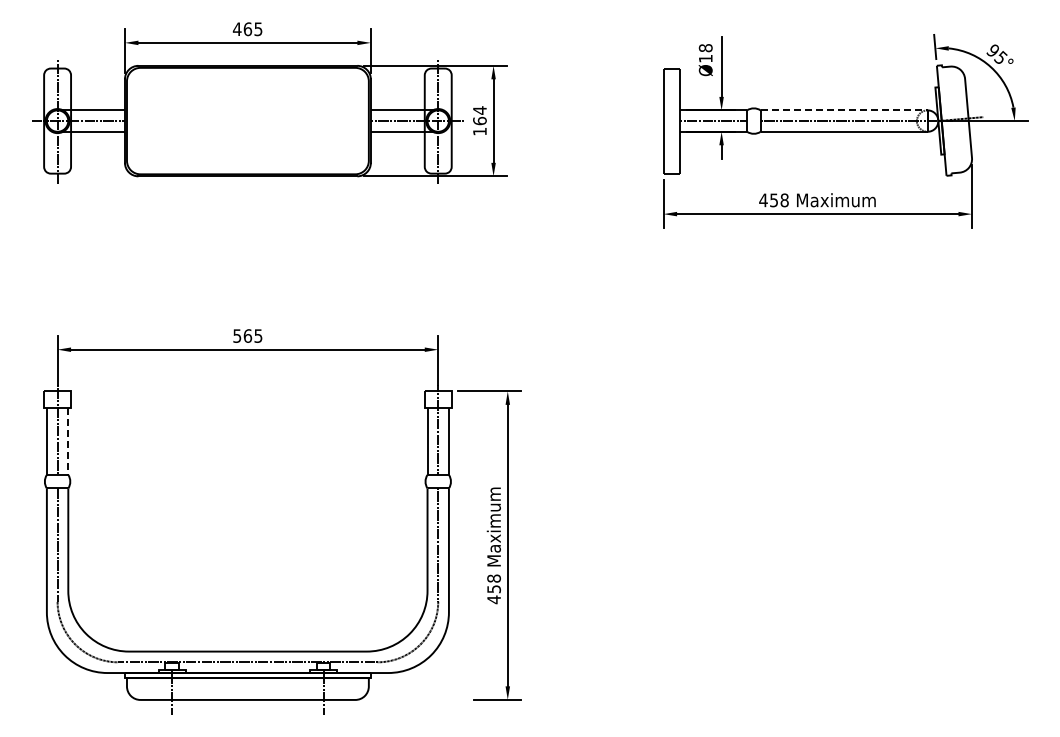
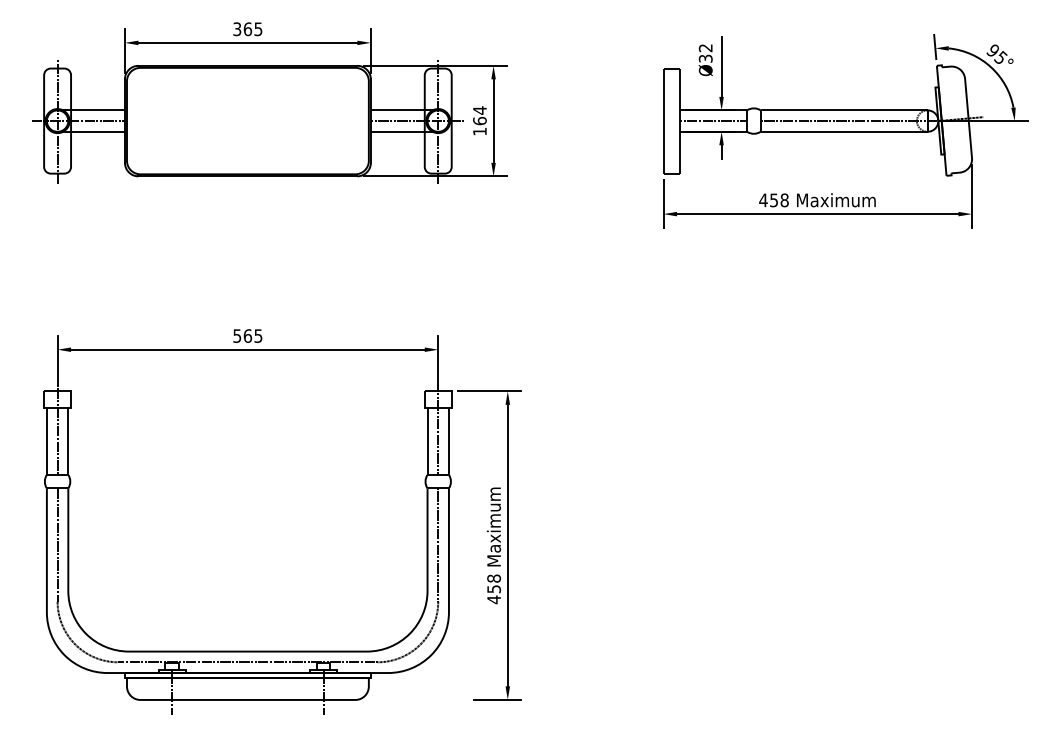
text at (236, 29): 465 -> 365
text at (705, 53): Ø18 -> Ø32
line at (844, 110): dashed -> solid
line at (68, 441): dashed -> solid
